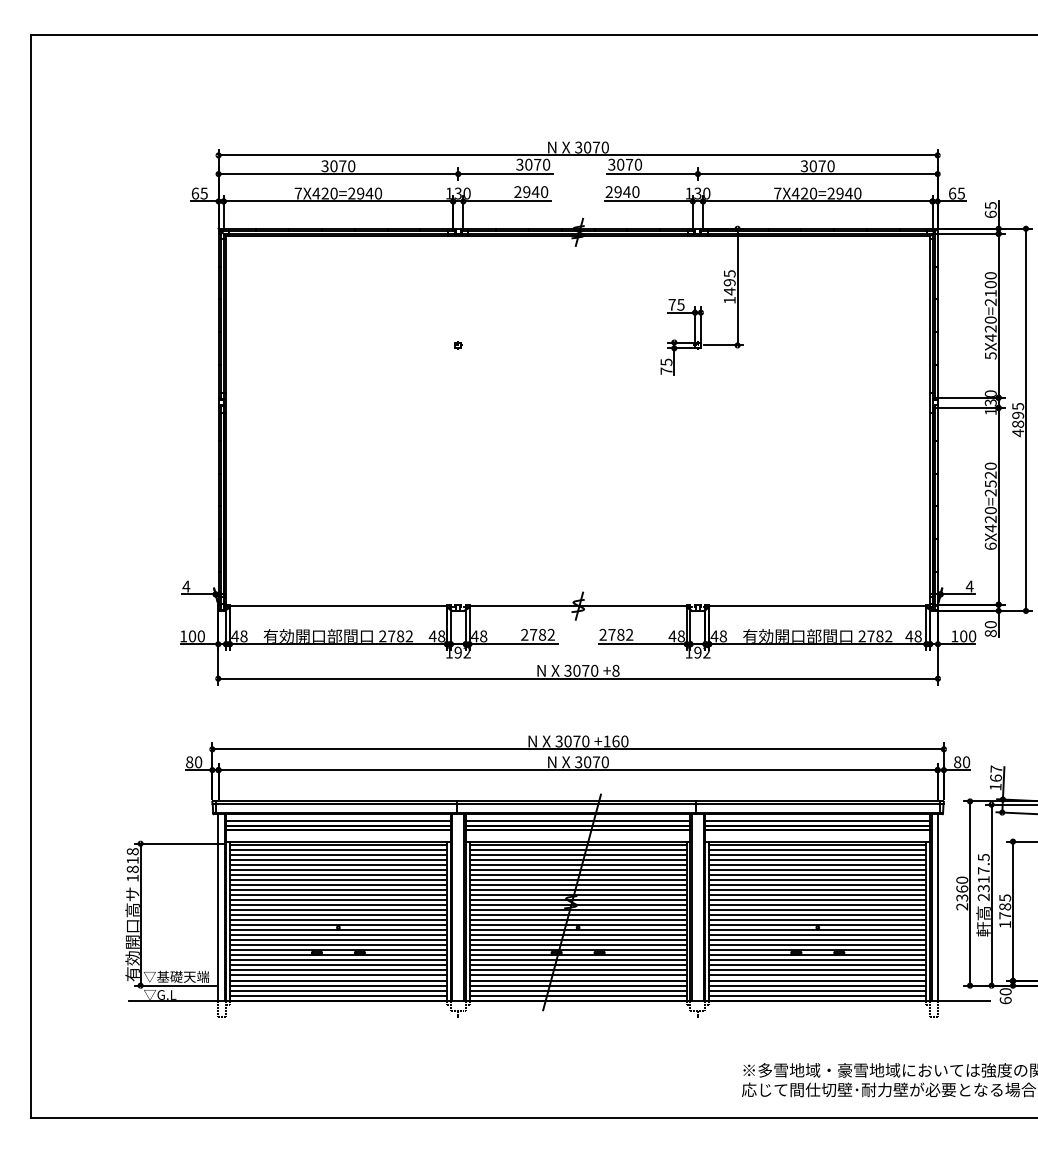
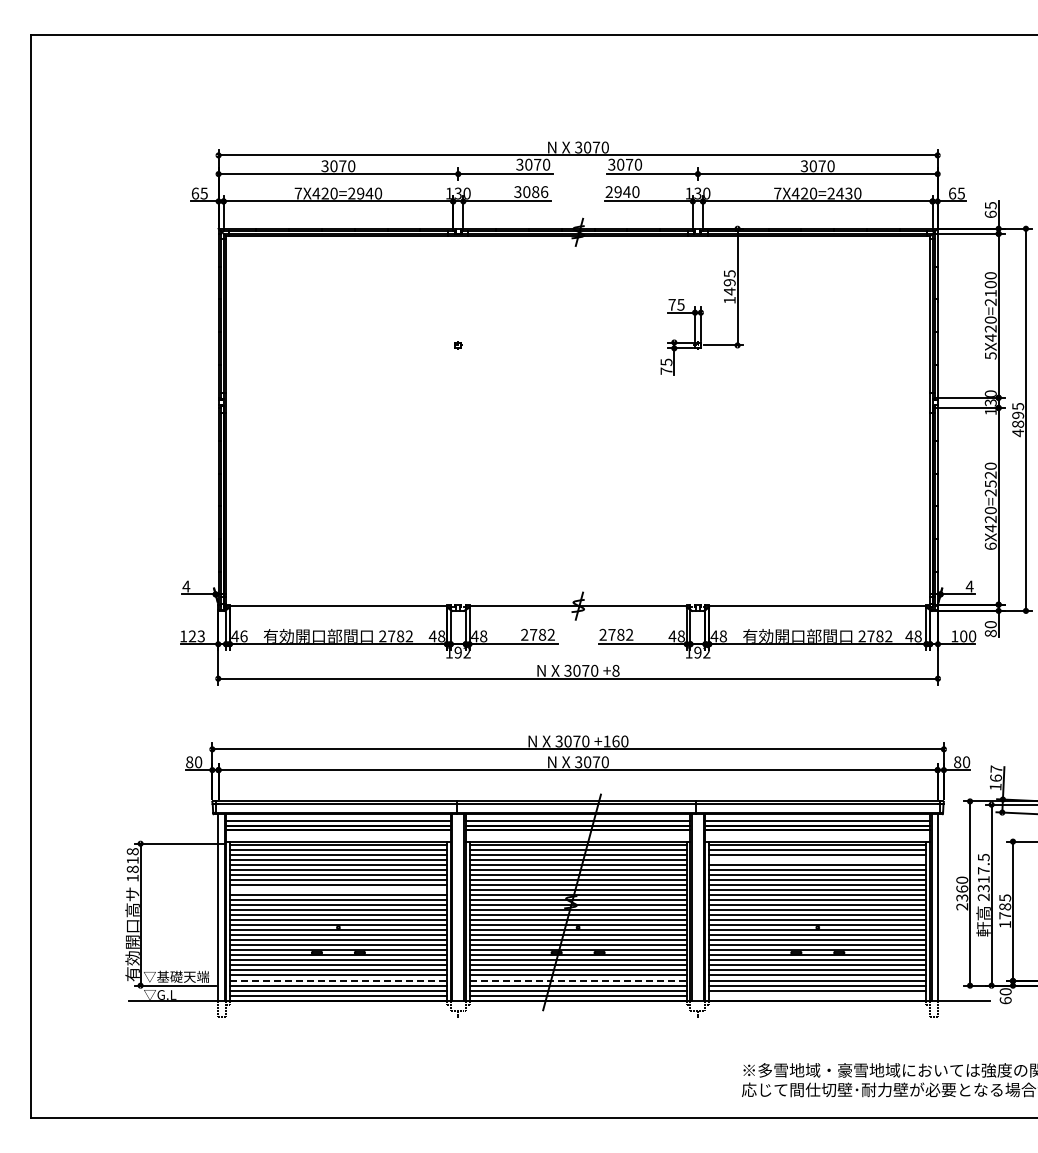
text at (531, 192): 2940 -> 3086
text at (844, 193): 7X420=2940 -> 7X420=2430
text at (196, 636): 100 -> 123
text at (243, 636): 48 -> 46
line at (817, 859): present -> none
line at (338, 889): present -> none
line at (338, 980): solid -> dashed
line at (578, 980): solid -> dashed
line at (817, 995): present -> none
